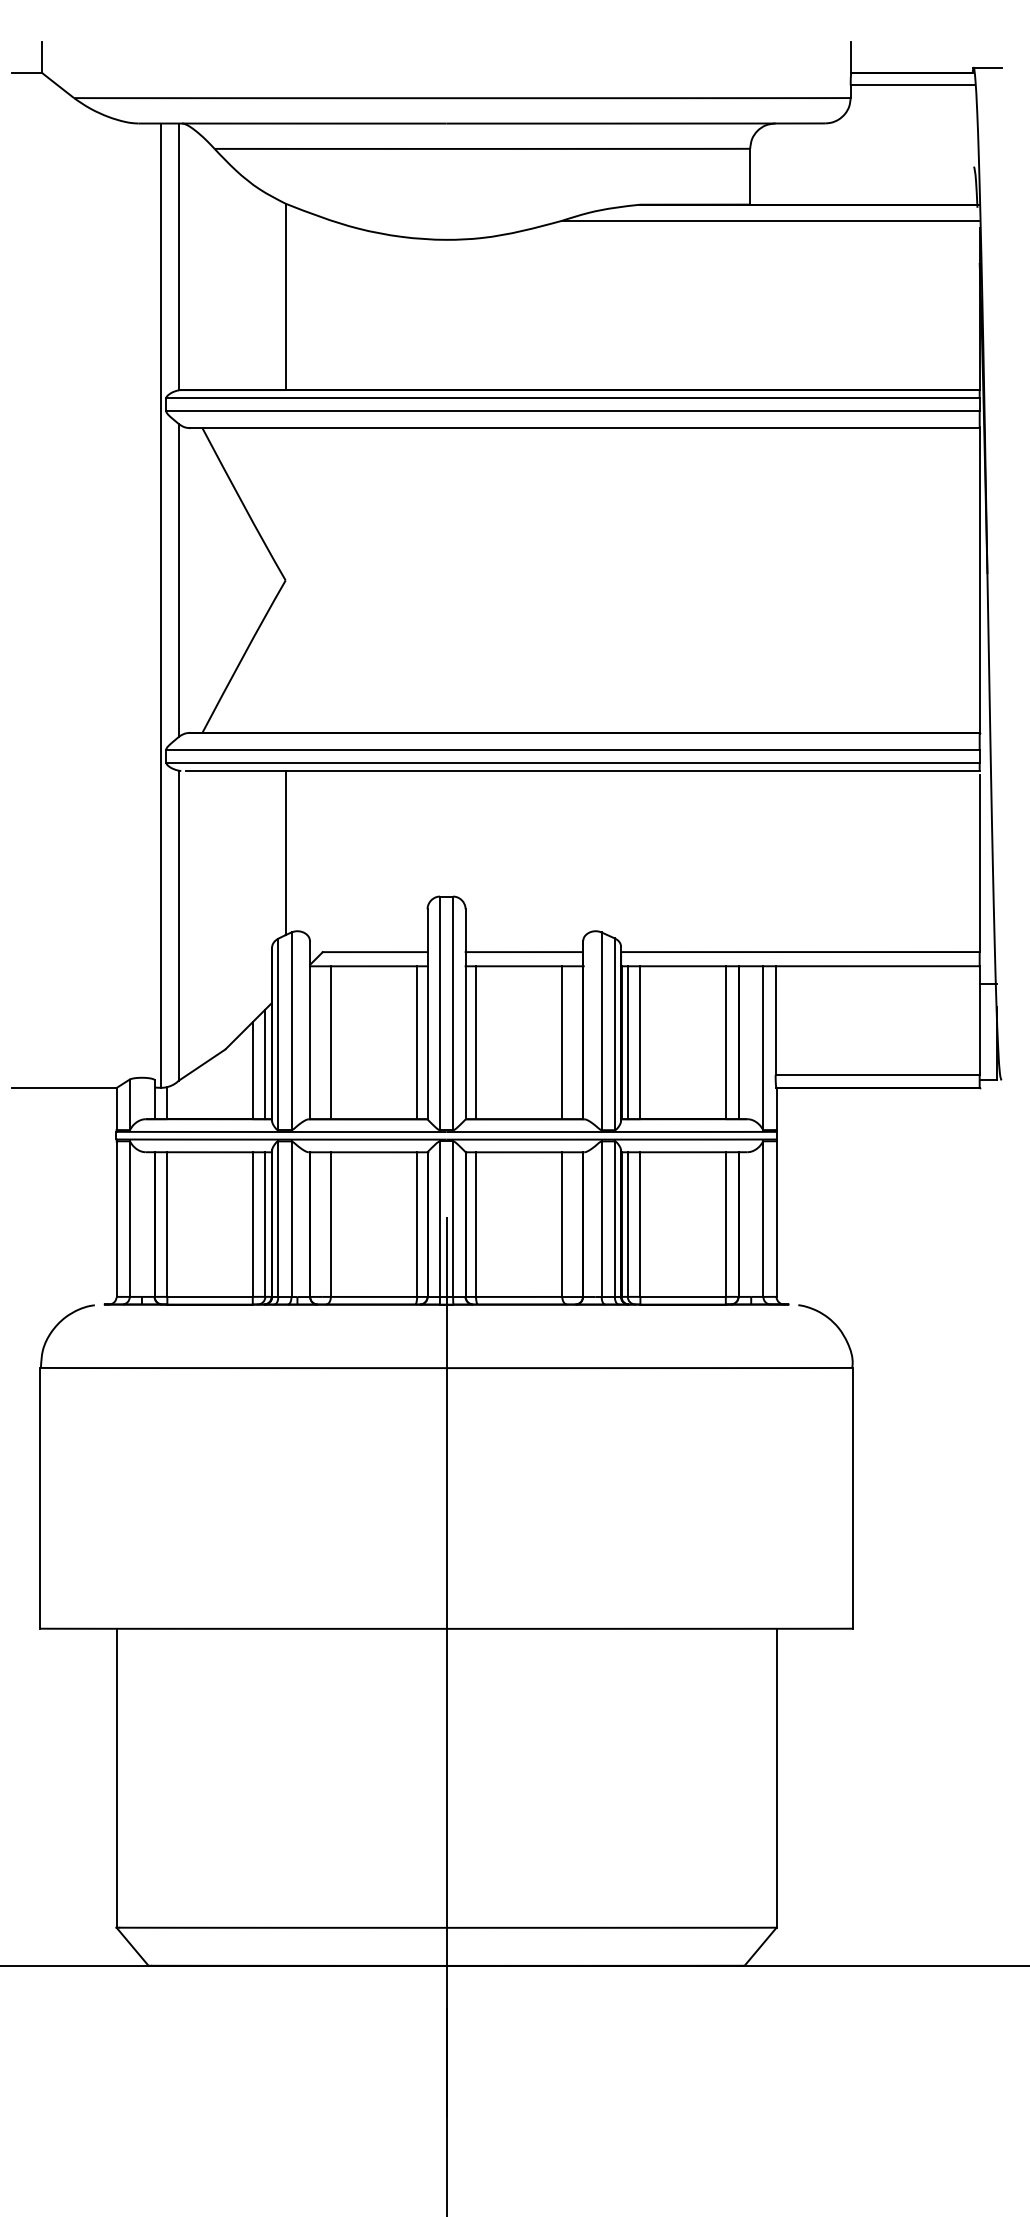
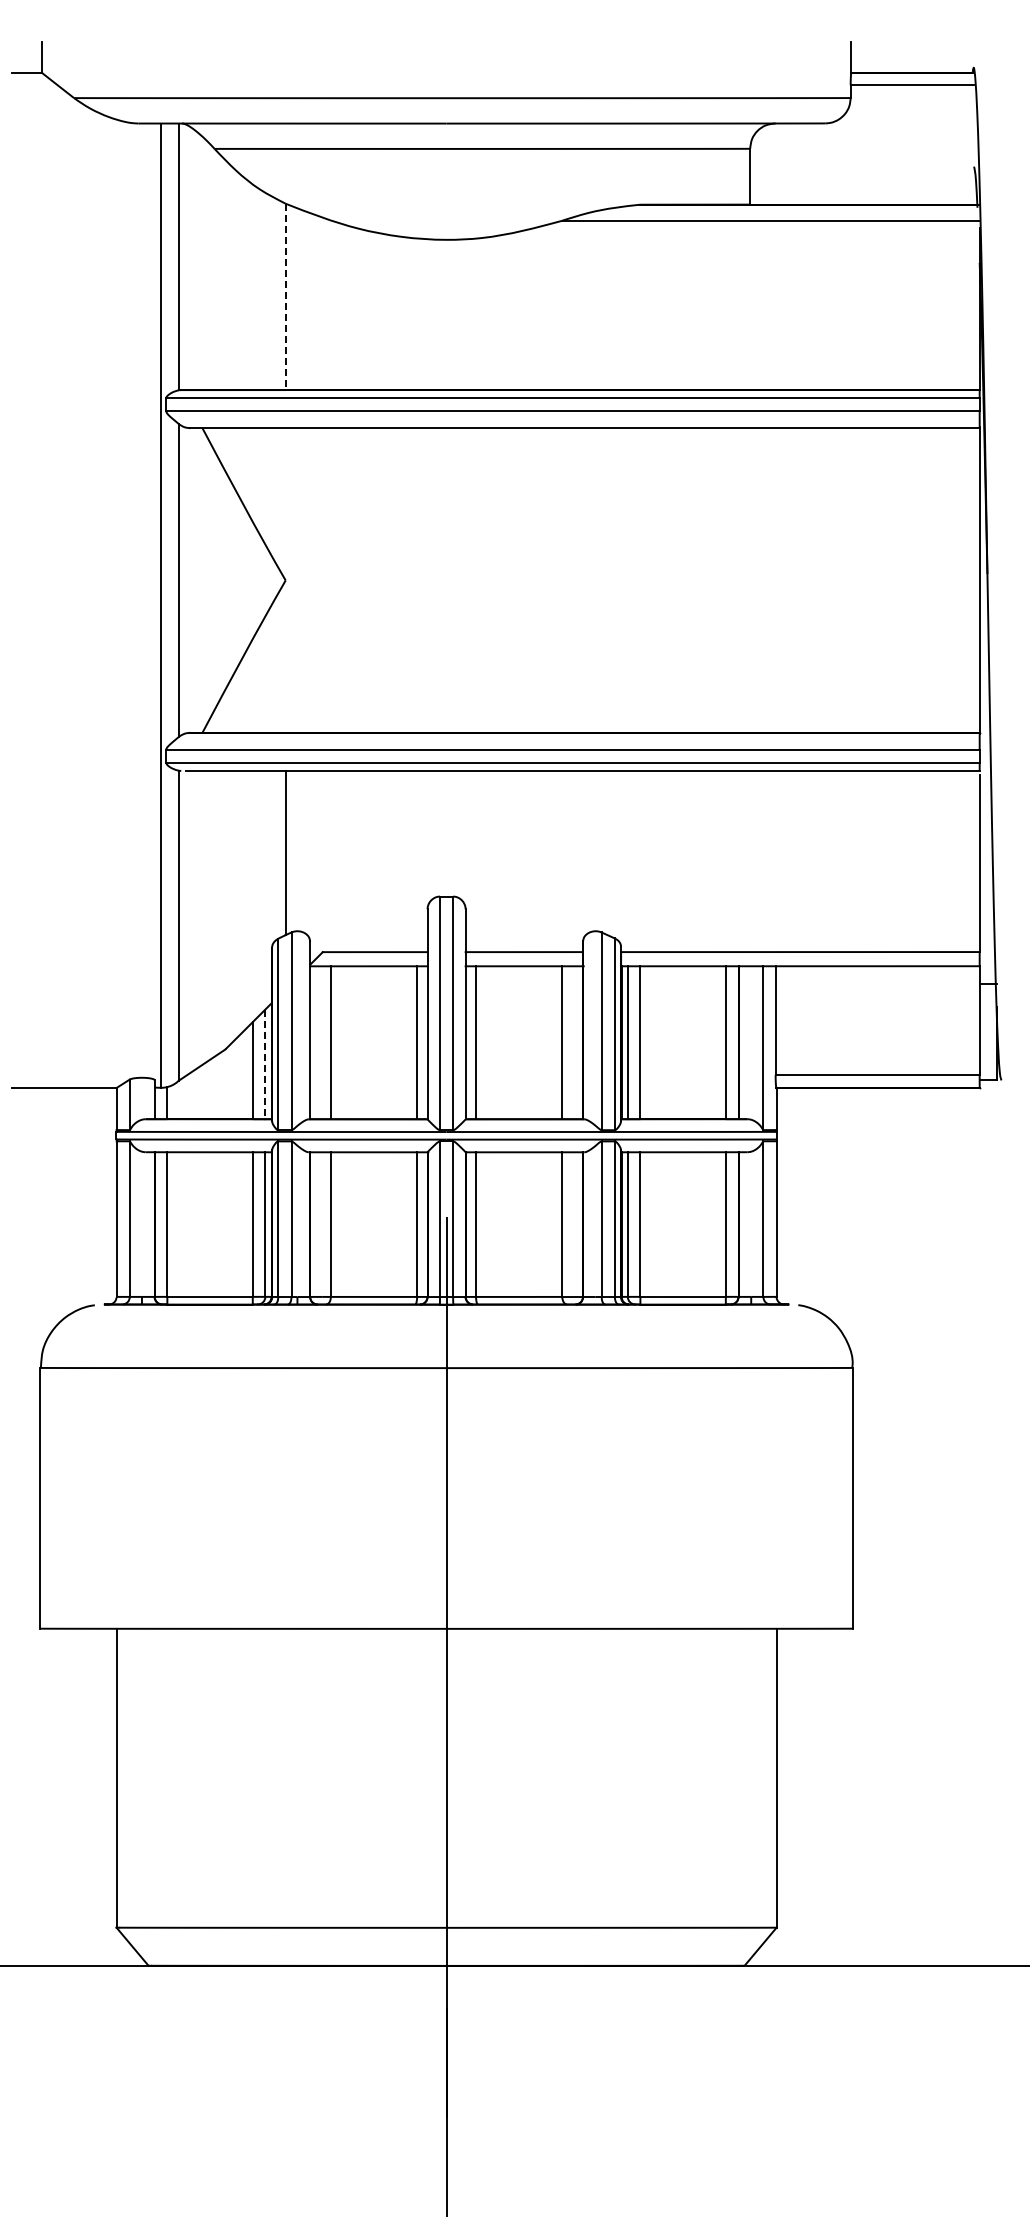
line at (987, 67): present -> none
line at (285, 297): solid -> dashed
line at (265, 1064): solid -> dashed
